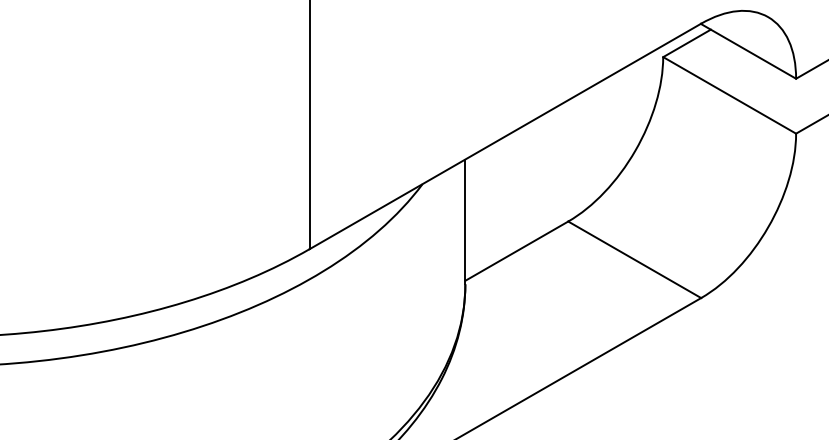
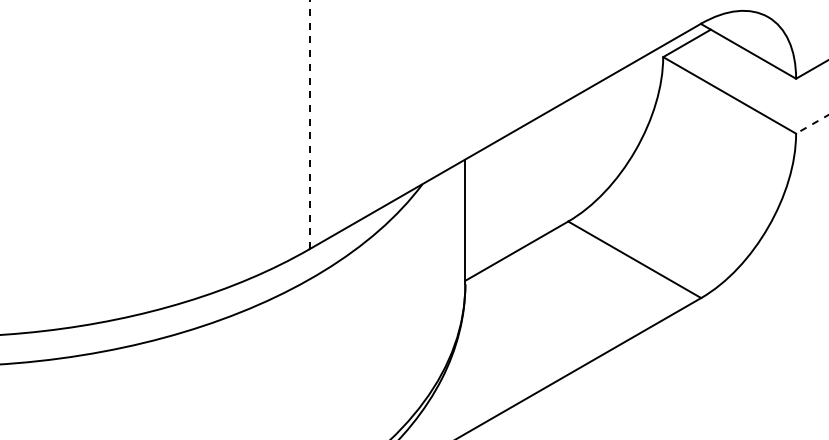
line at (309, 124): solid -> dashed
line at (811, 124): solid -> dashed
